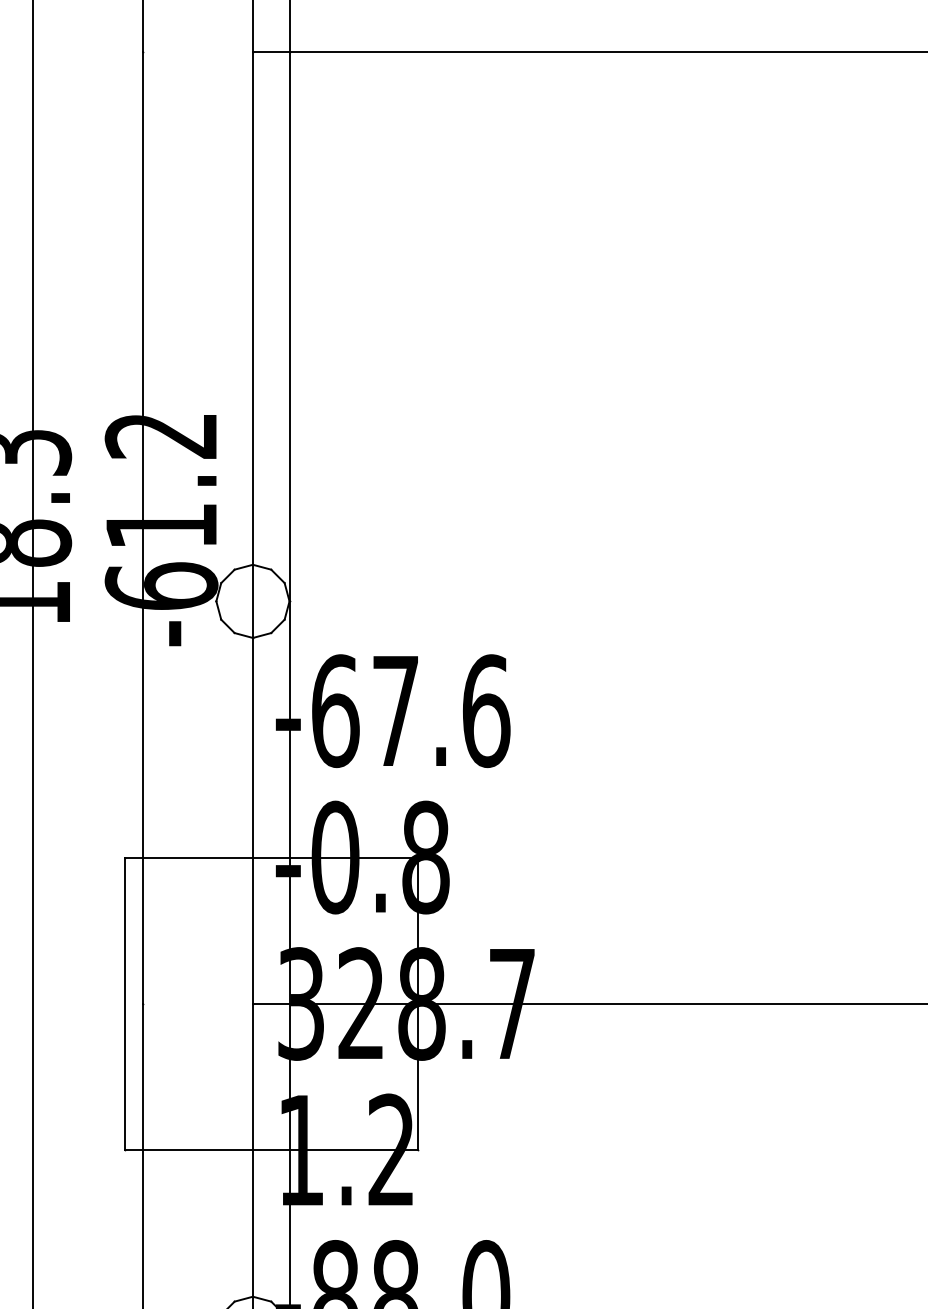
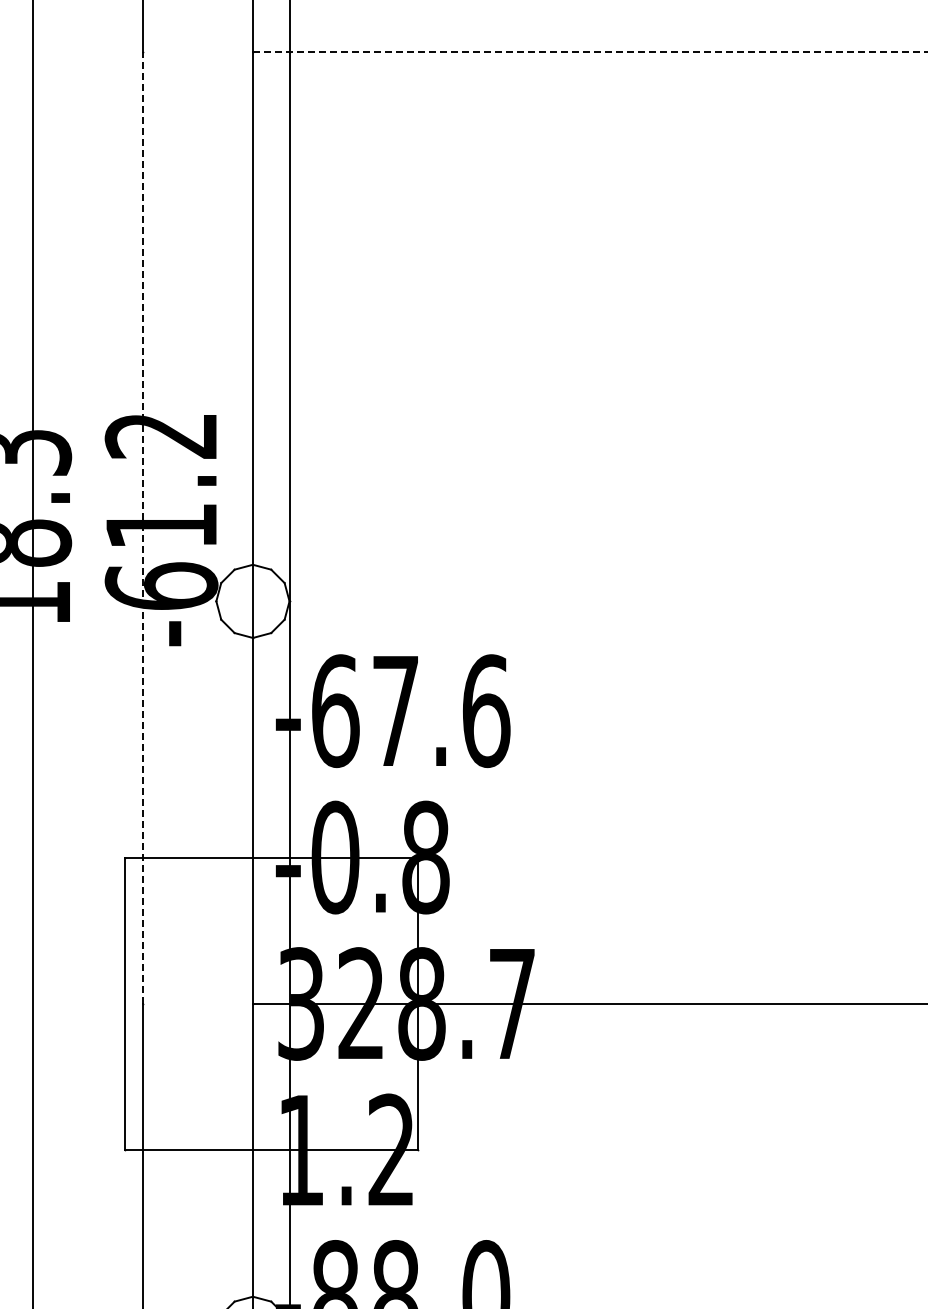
line at (590, 52): solid -> dashed
line at (143, 528): solid -> dashed
